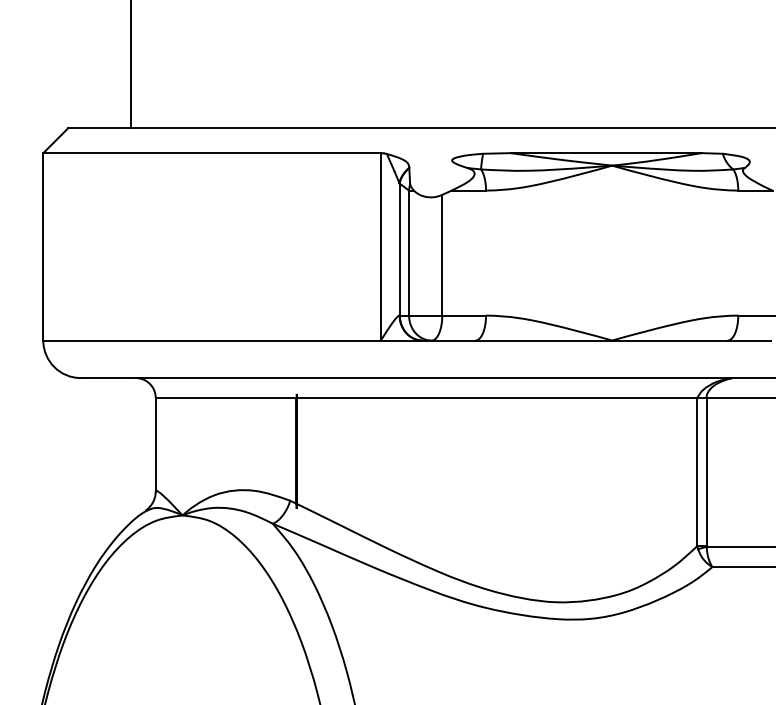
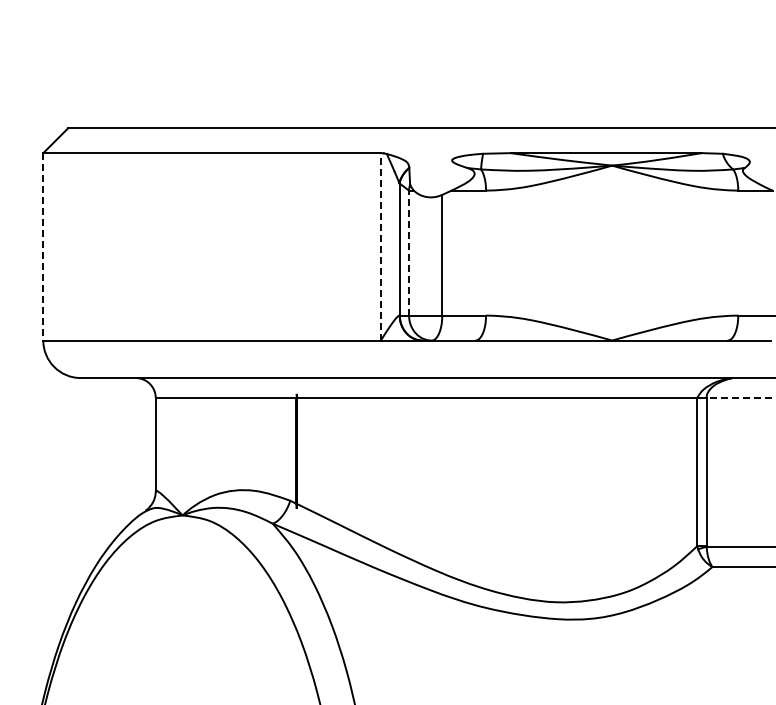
line at (130, 65): present -> none
line at (43, 246): solid -> dashed
line at (380, 246): solid -> dashed
line at (409, 252): solid -> dashed
line at (740, 397): solid -> dashed
